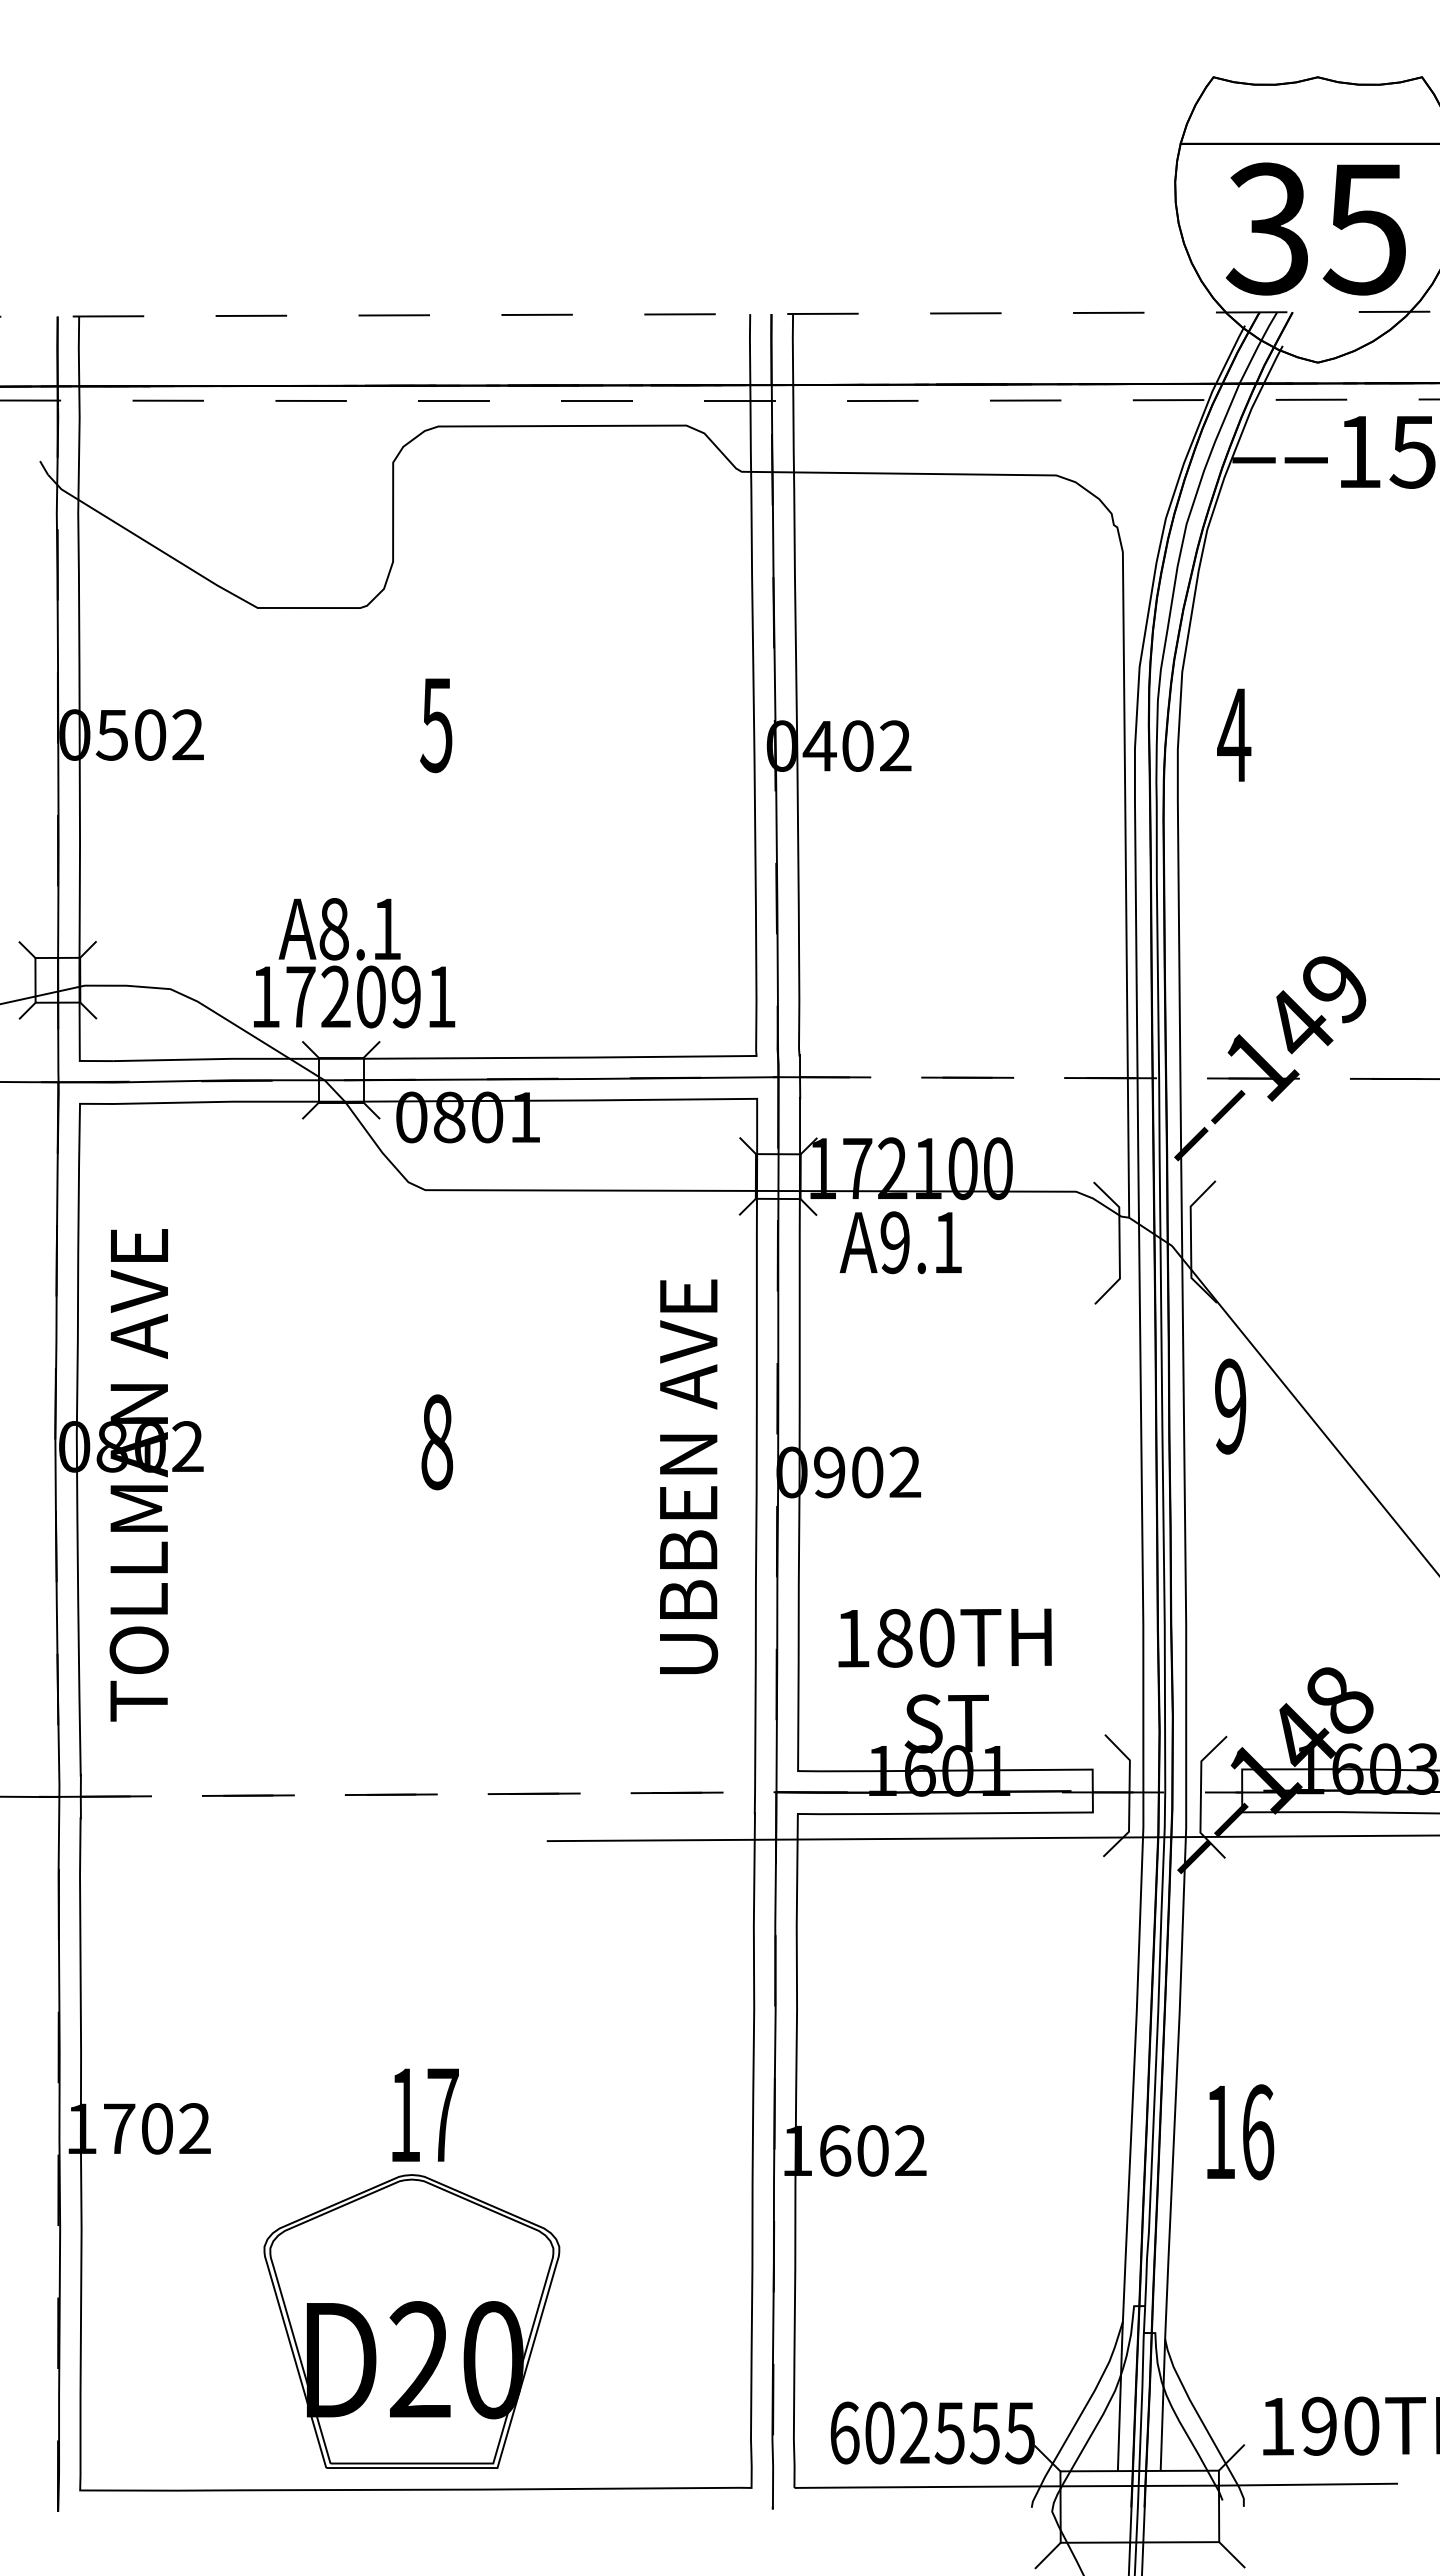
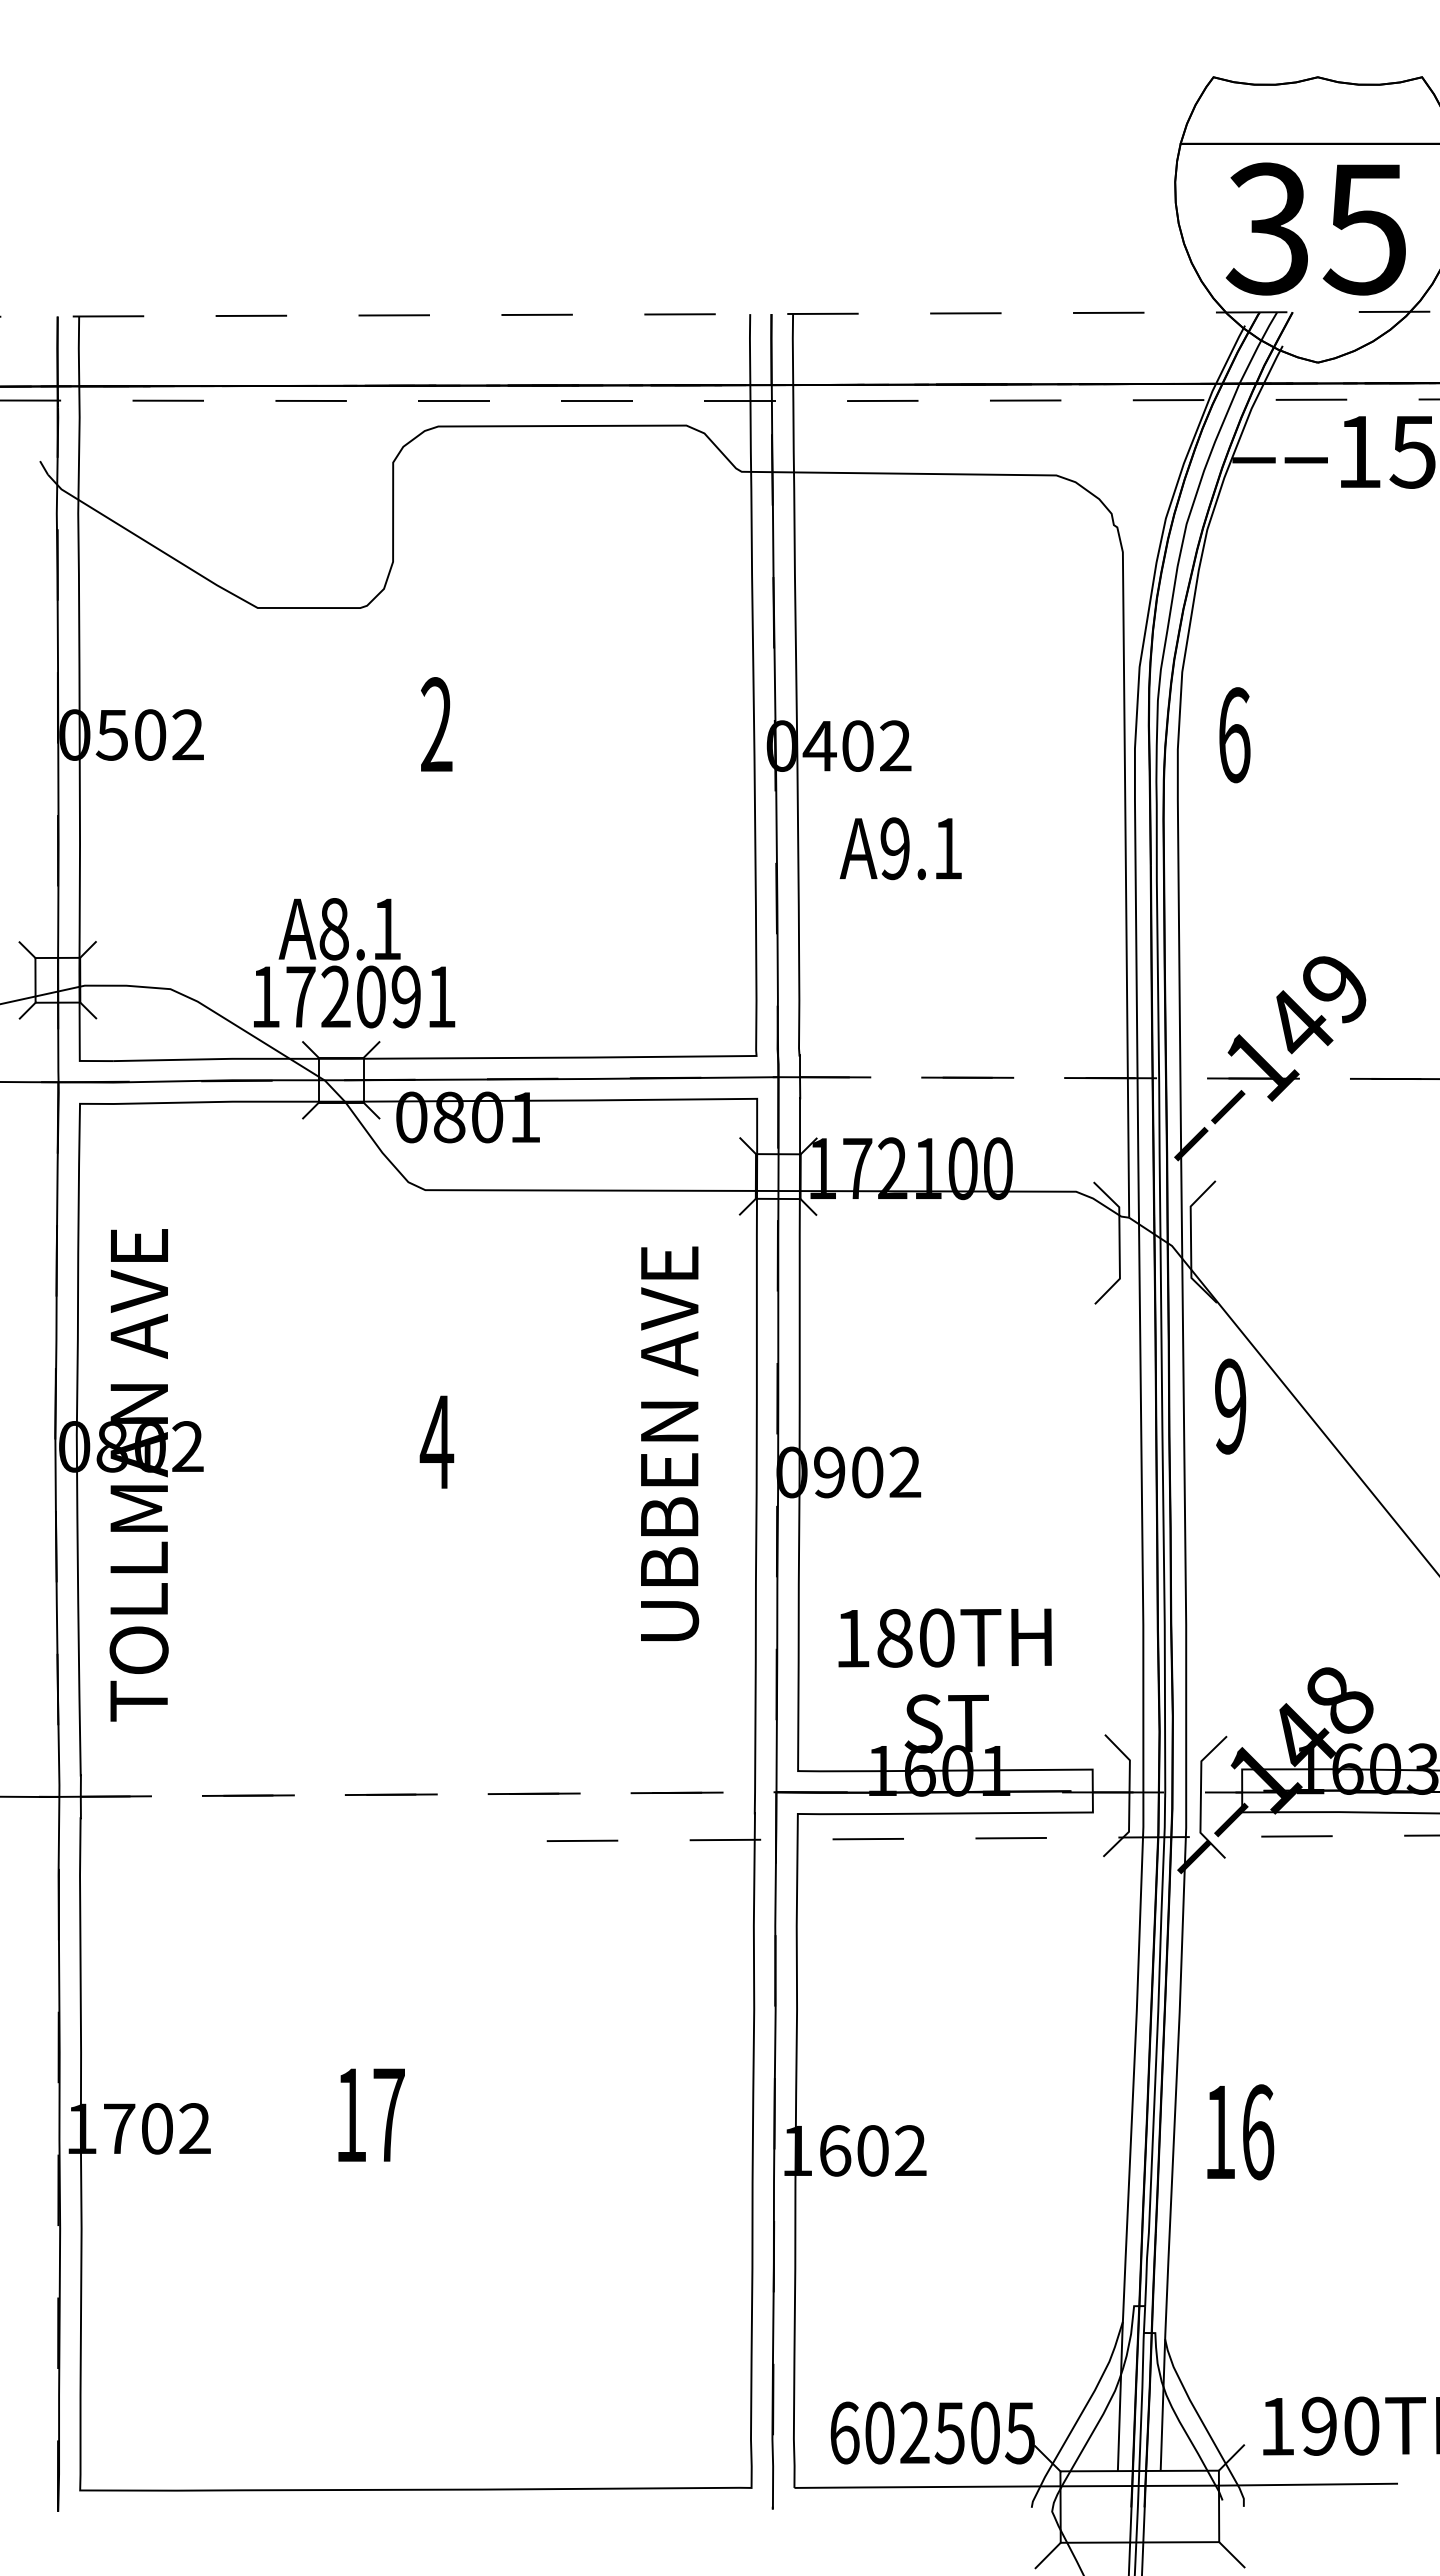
text at (436, 725): 5 -> 2
text at (1234, 735): 4 -> 6
text at (900, 1242) position: (900, 1242) -> (900, 848)
text at (436, 1442): 8 -> 4
text at (689, 1476) position: (689, 1476) -> (670, 1443)
line at (993, 1838): solid -> dashed
text at (425, 2114) position: (425, 2114) -> (371, 2114)
part at (411, 2321): present -> none
text at (984, 2432): 602555 -> 602505
